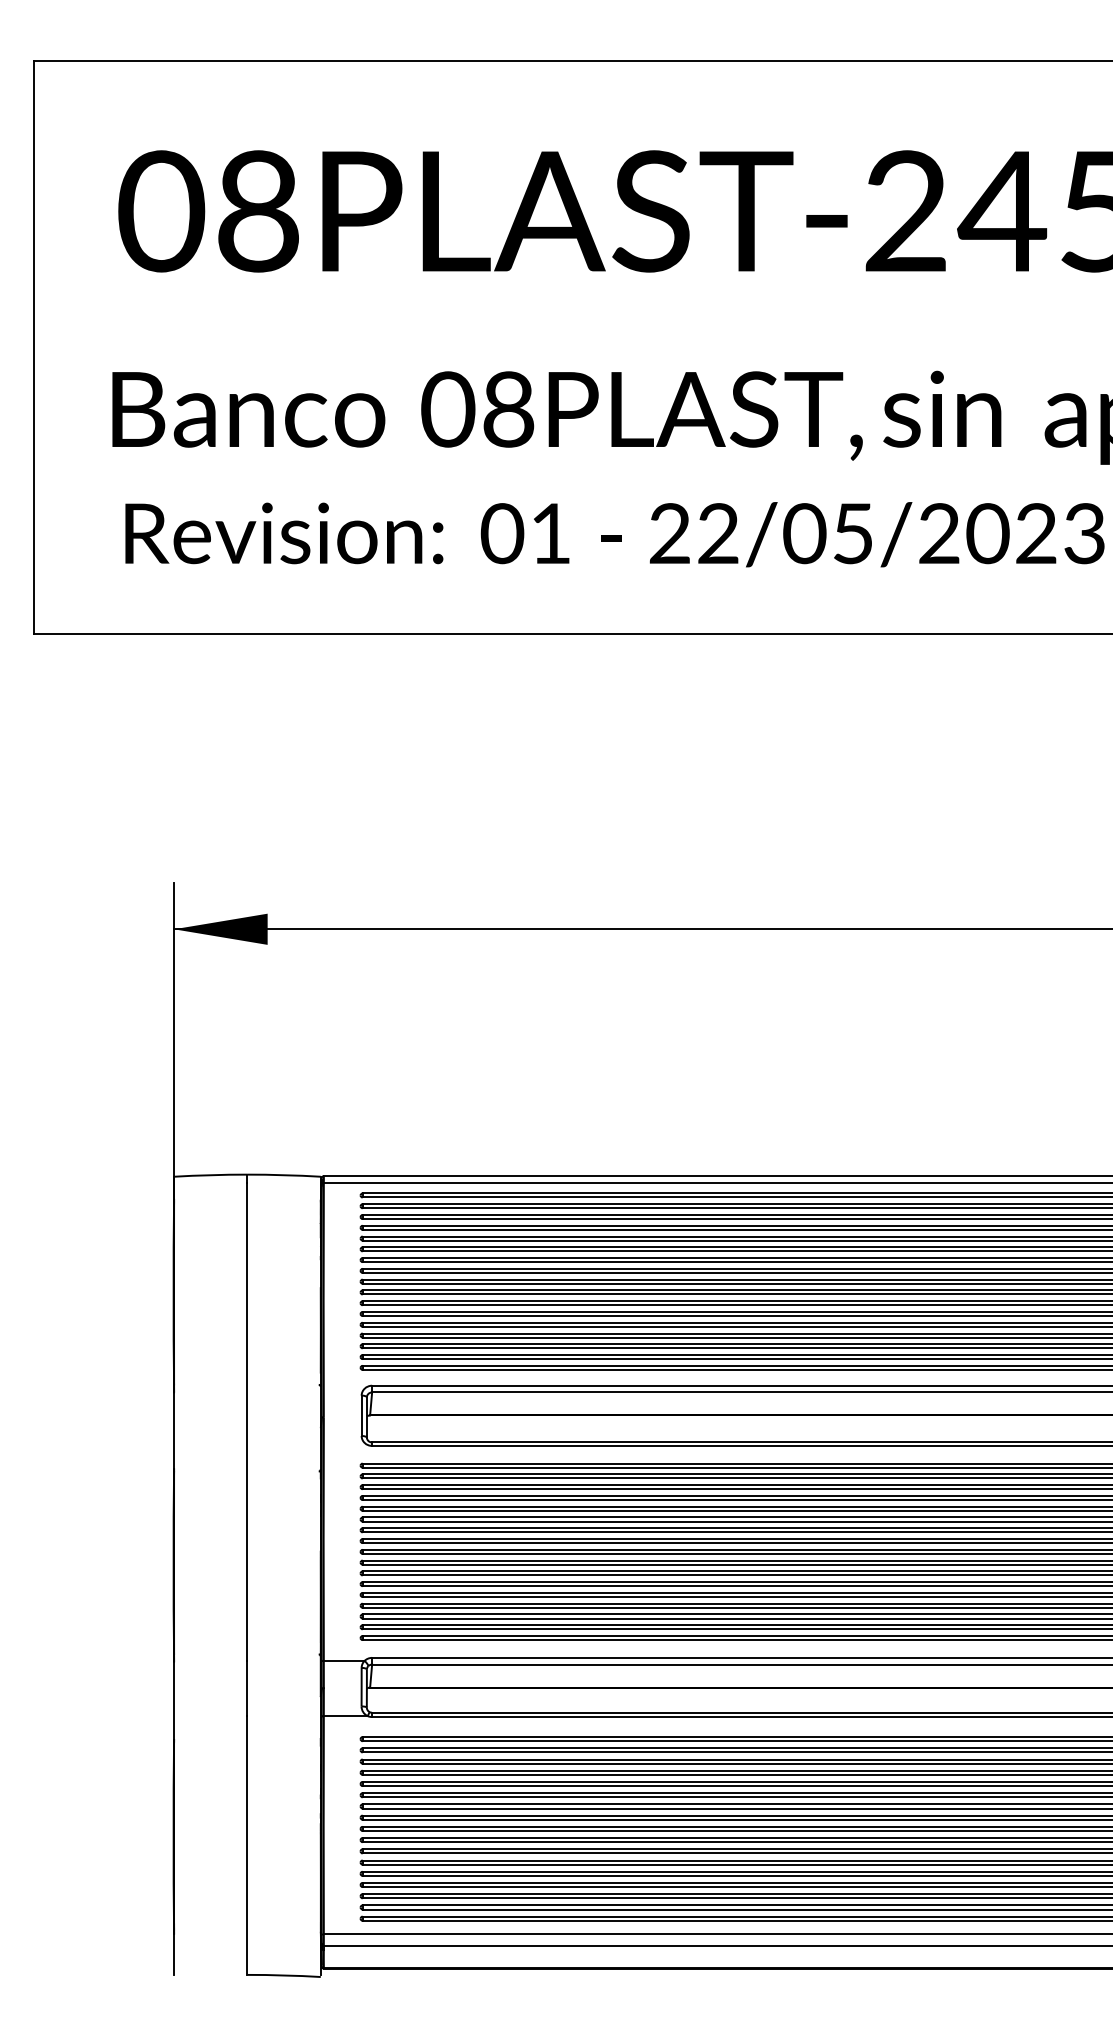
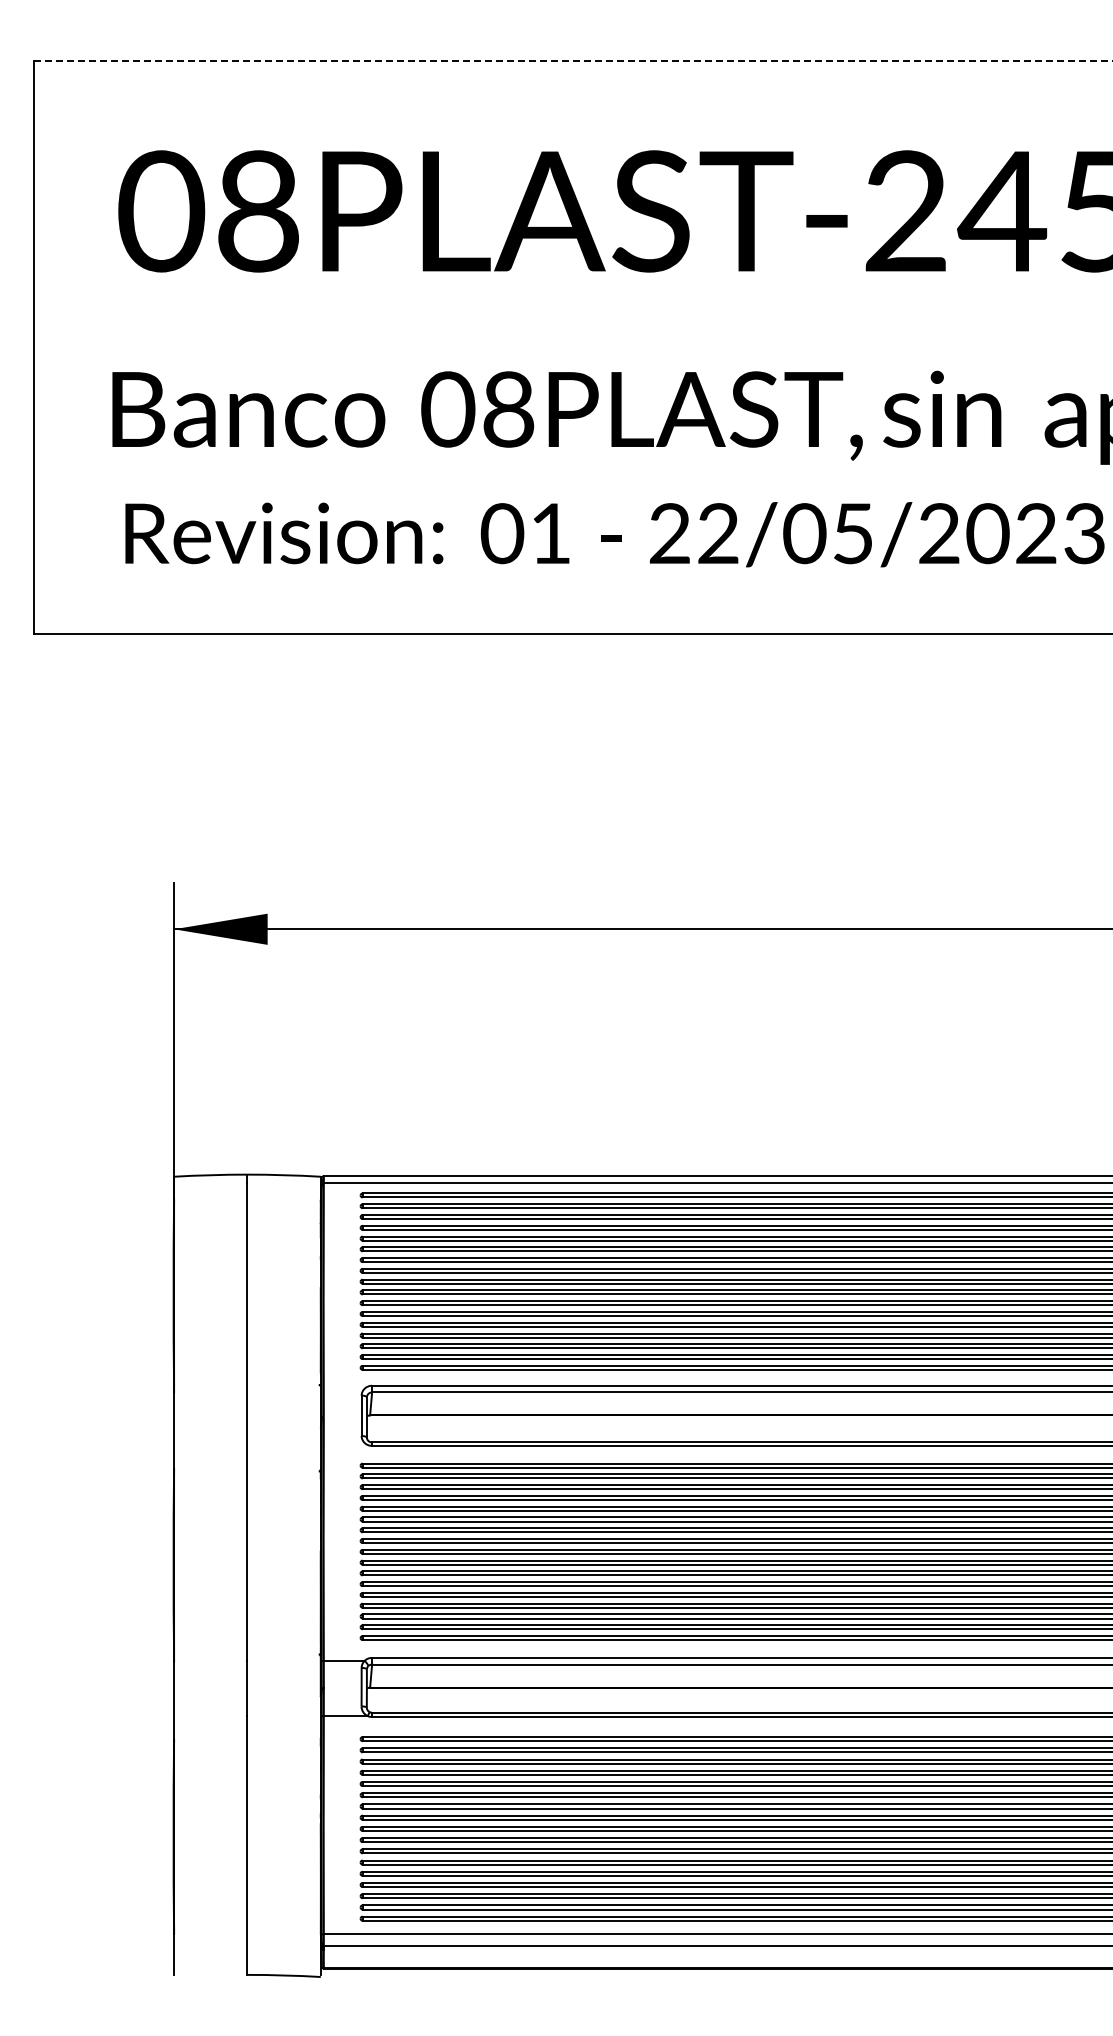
line at (572, 61): solid -> dashed
